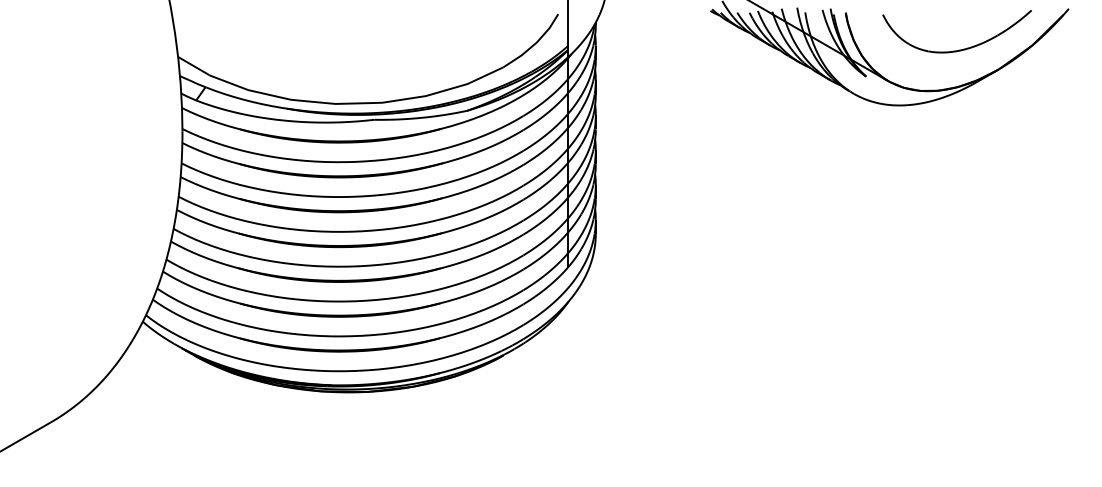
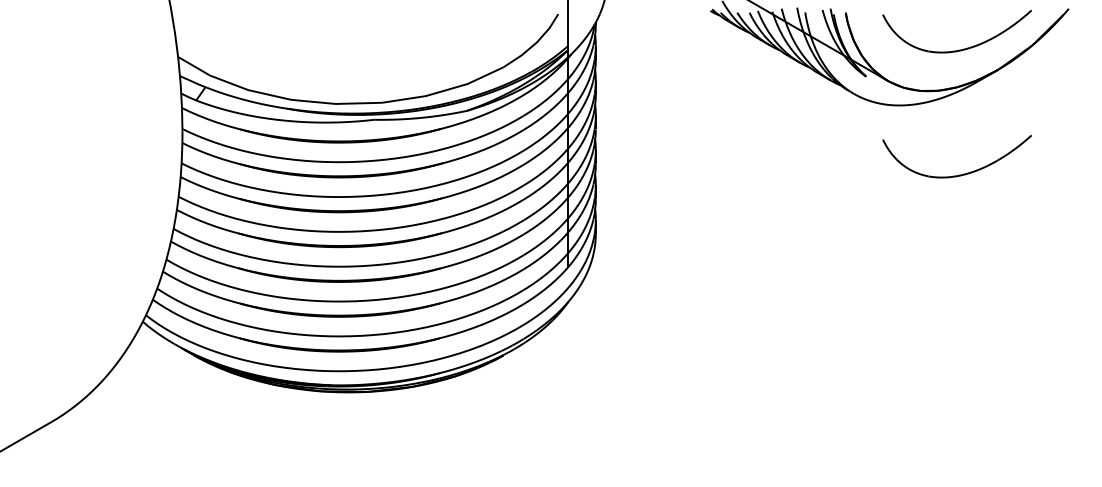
part at (959, 174): none -> present
